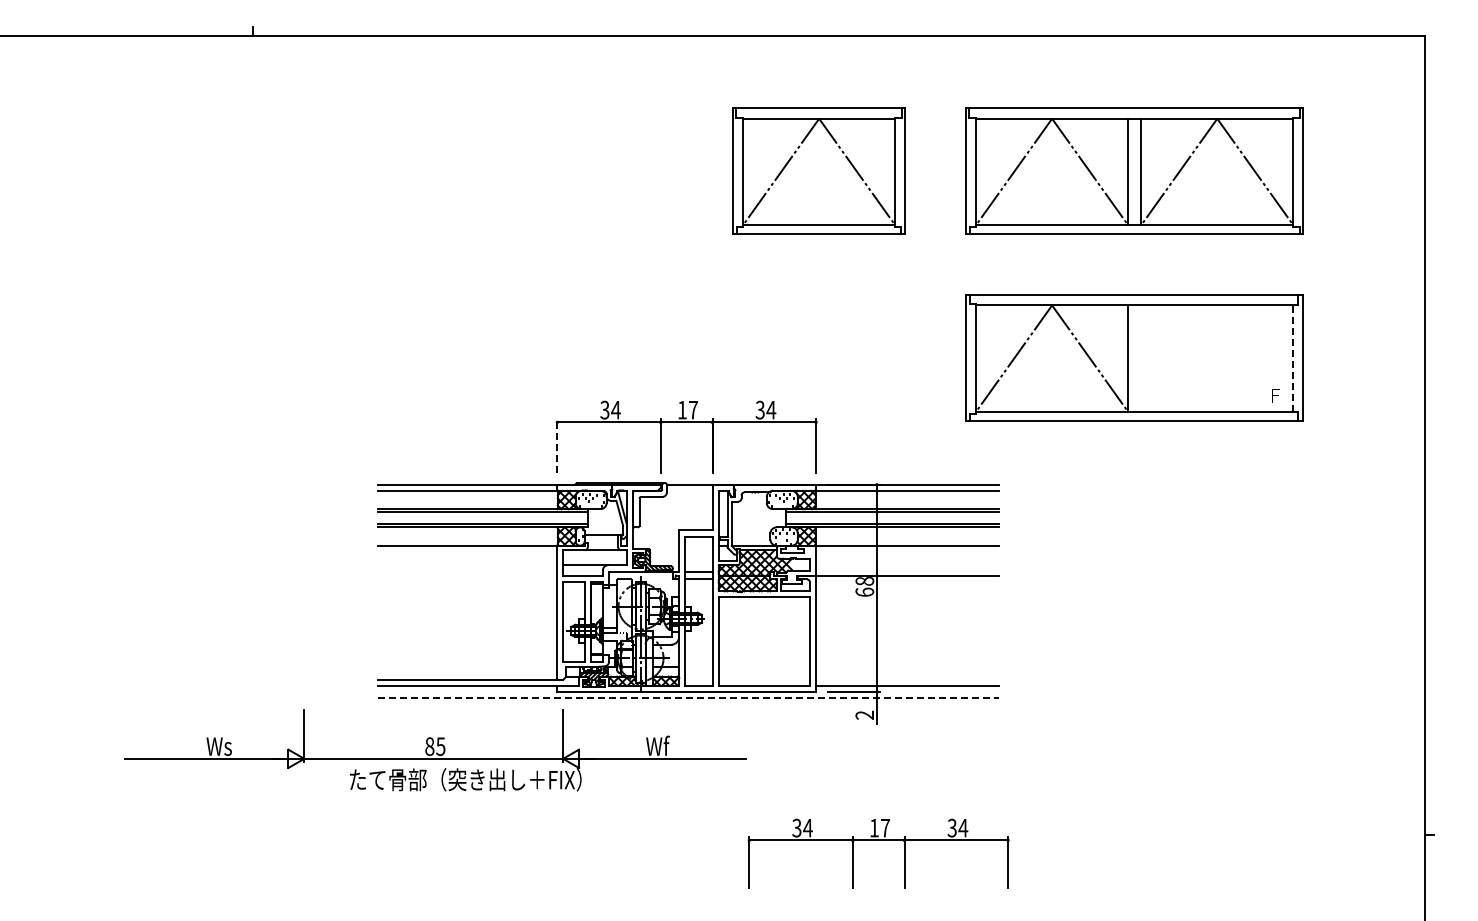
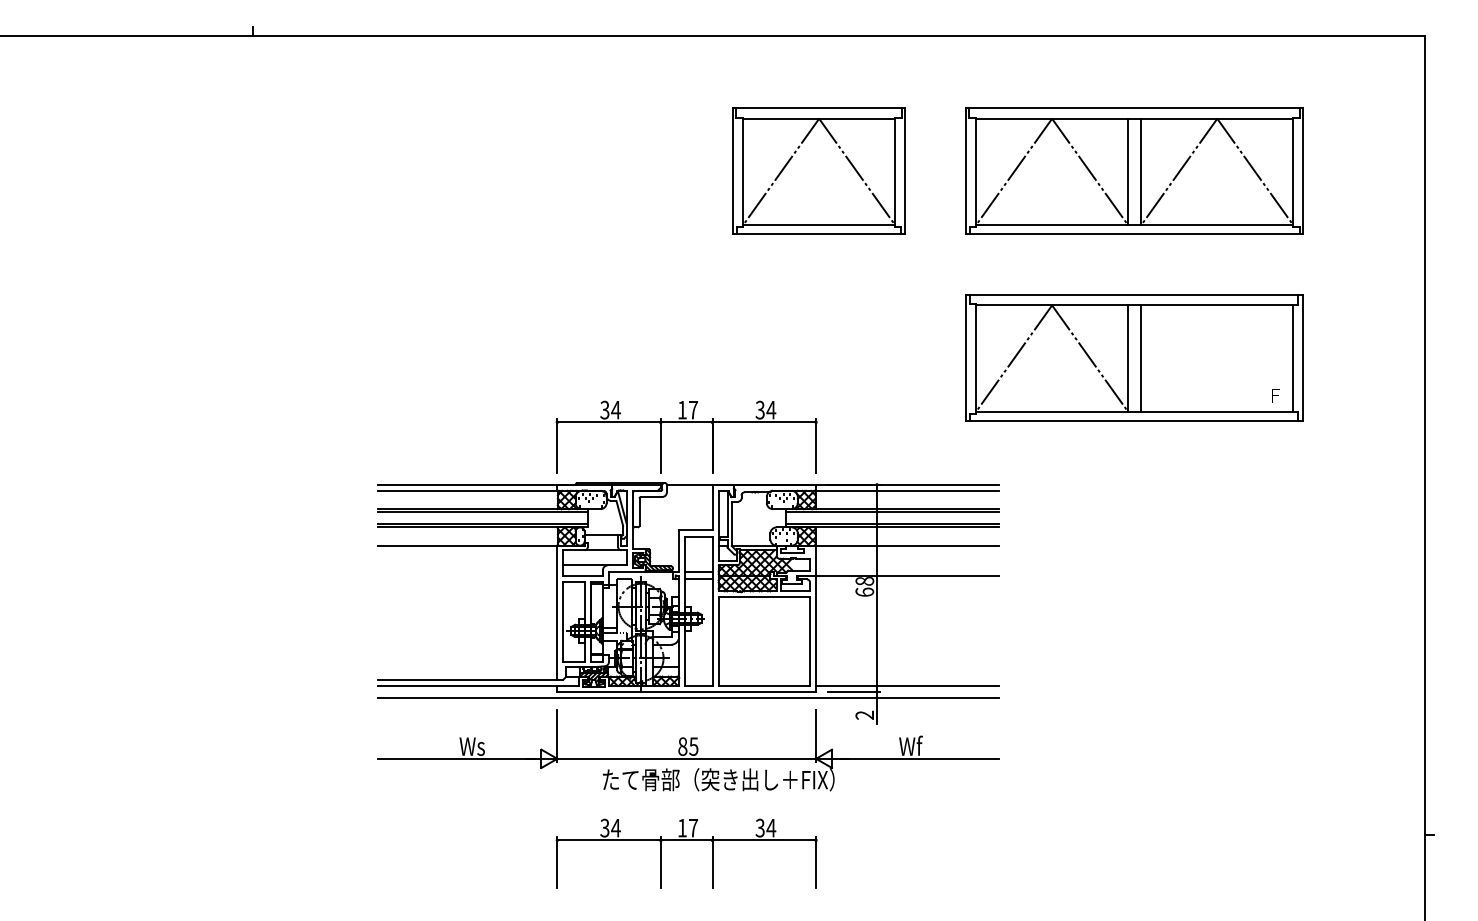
line at (1141, 358): none -> present
line at (1293, 358): dashed -> solid
line at (557, 445): dashed -> solid
line at (689, 697): dashed -> solid
part at (435, 750) position: (435, 750) -> (688, 750)
part at (878, 840) position: (878, 840) -> (686, 840)
